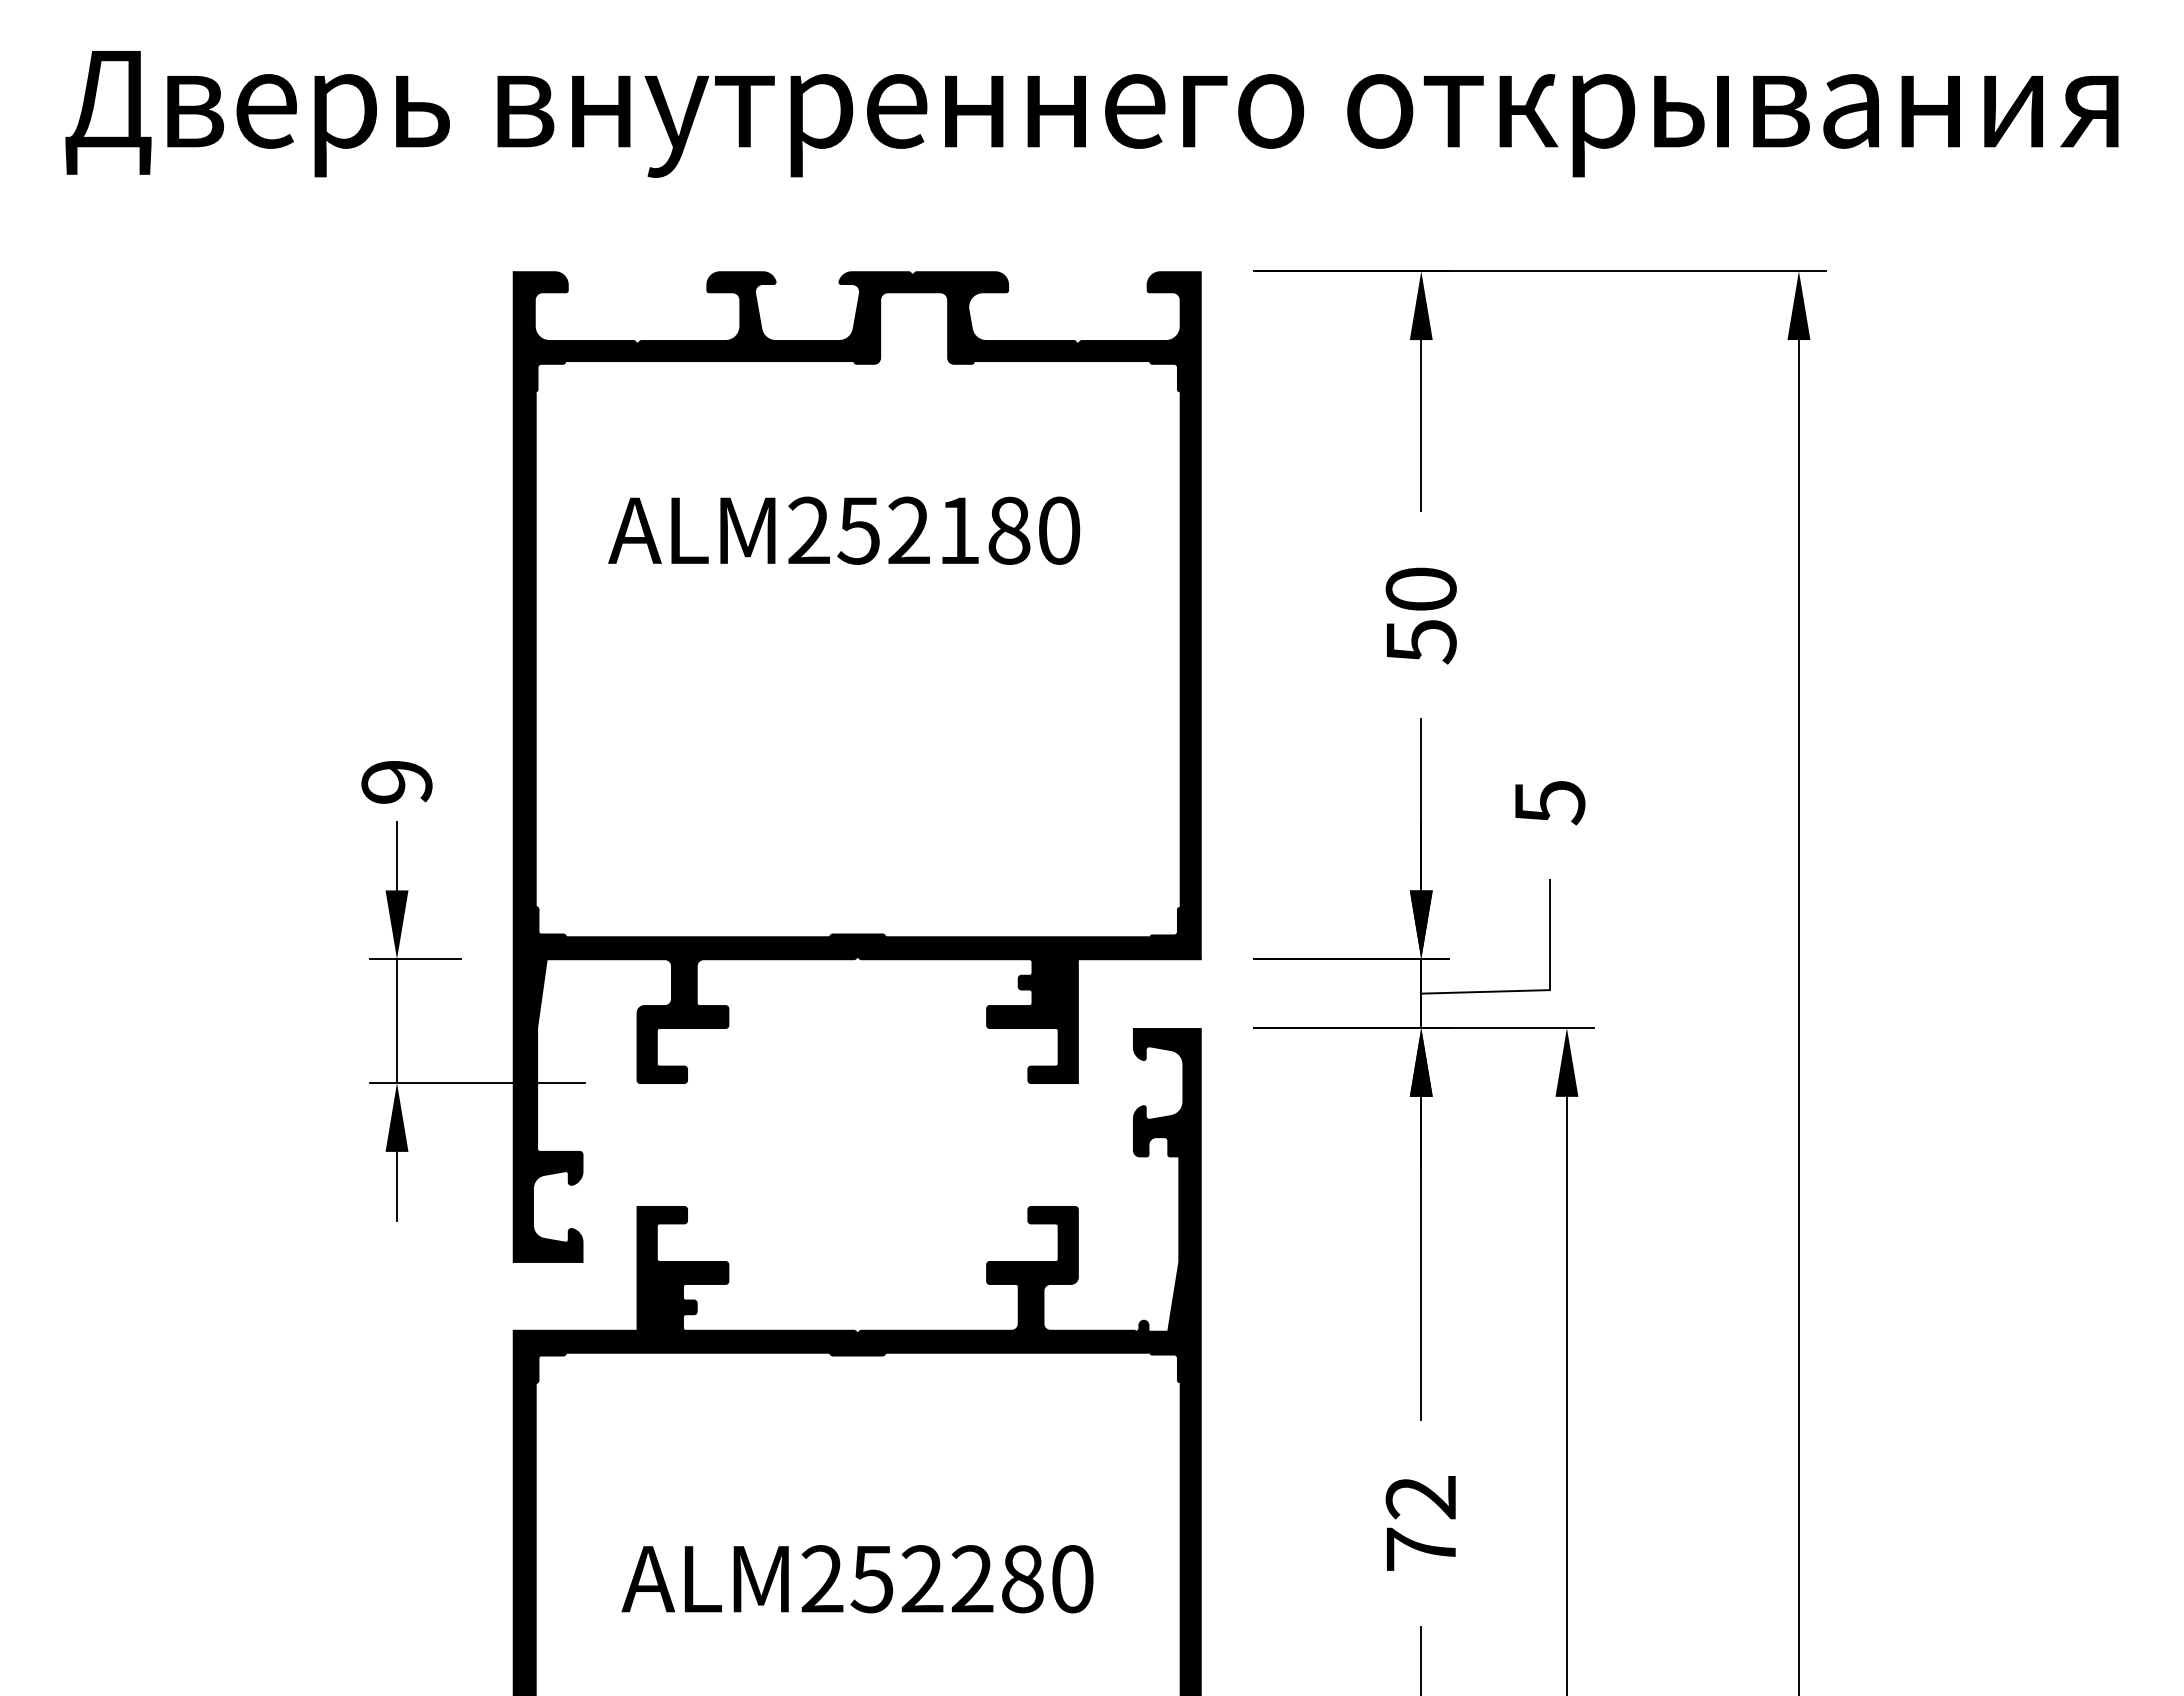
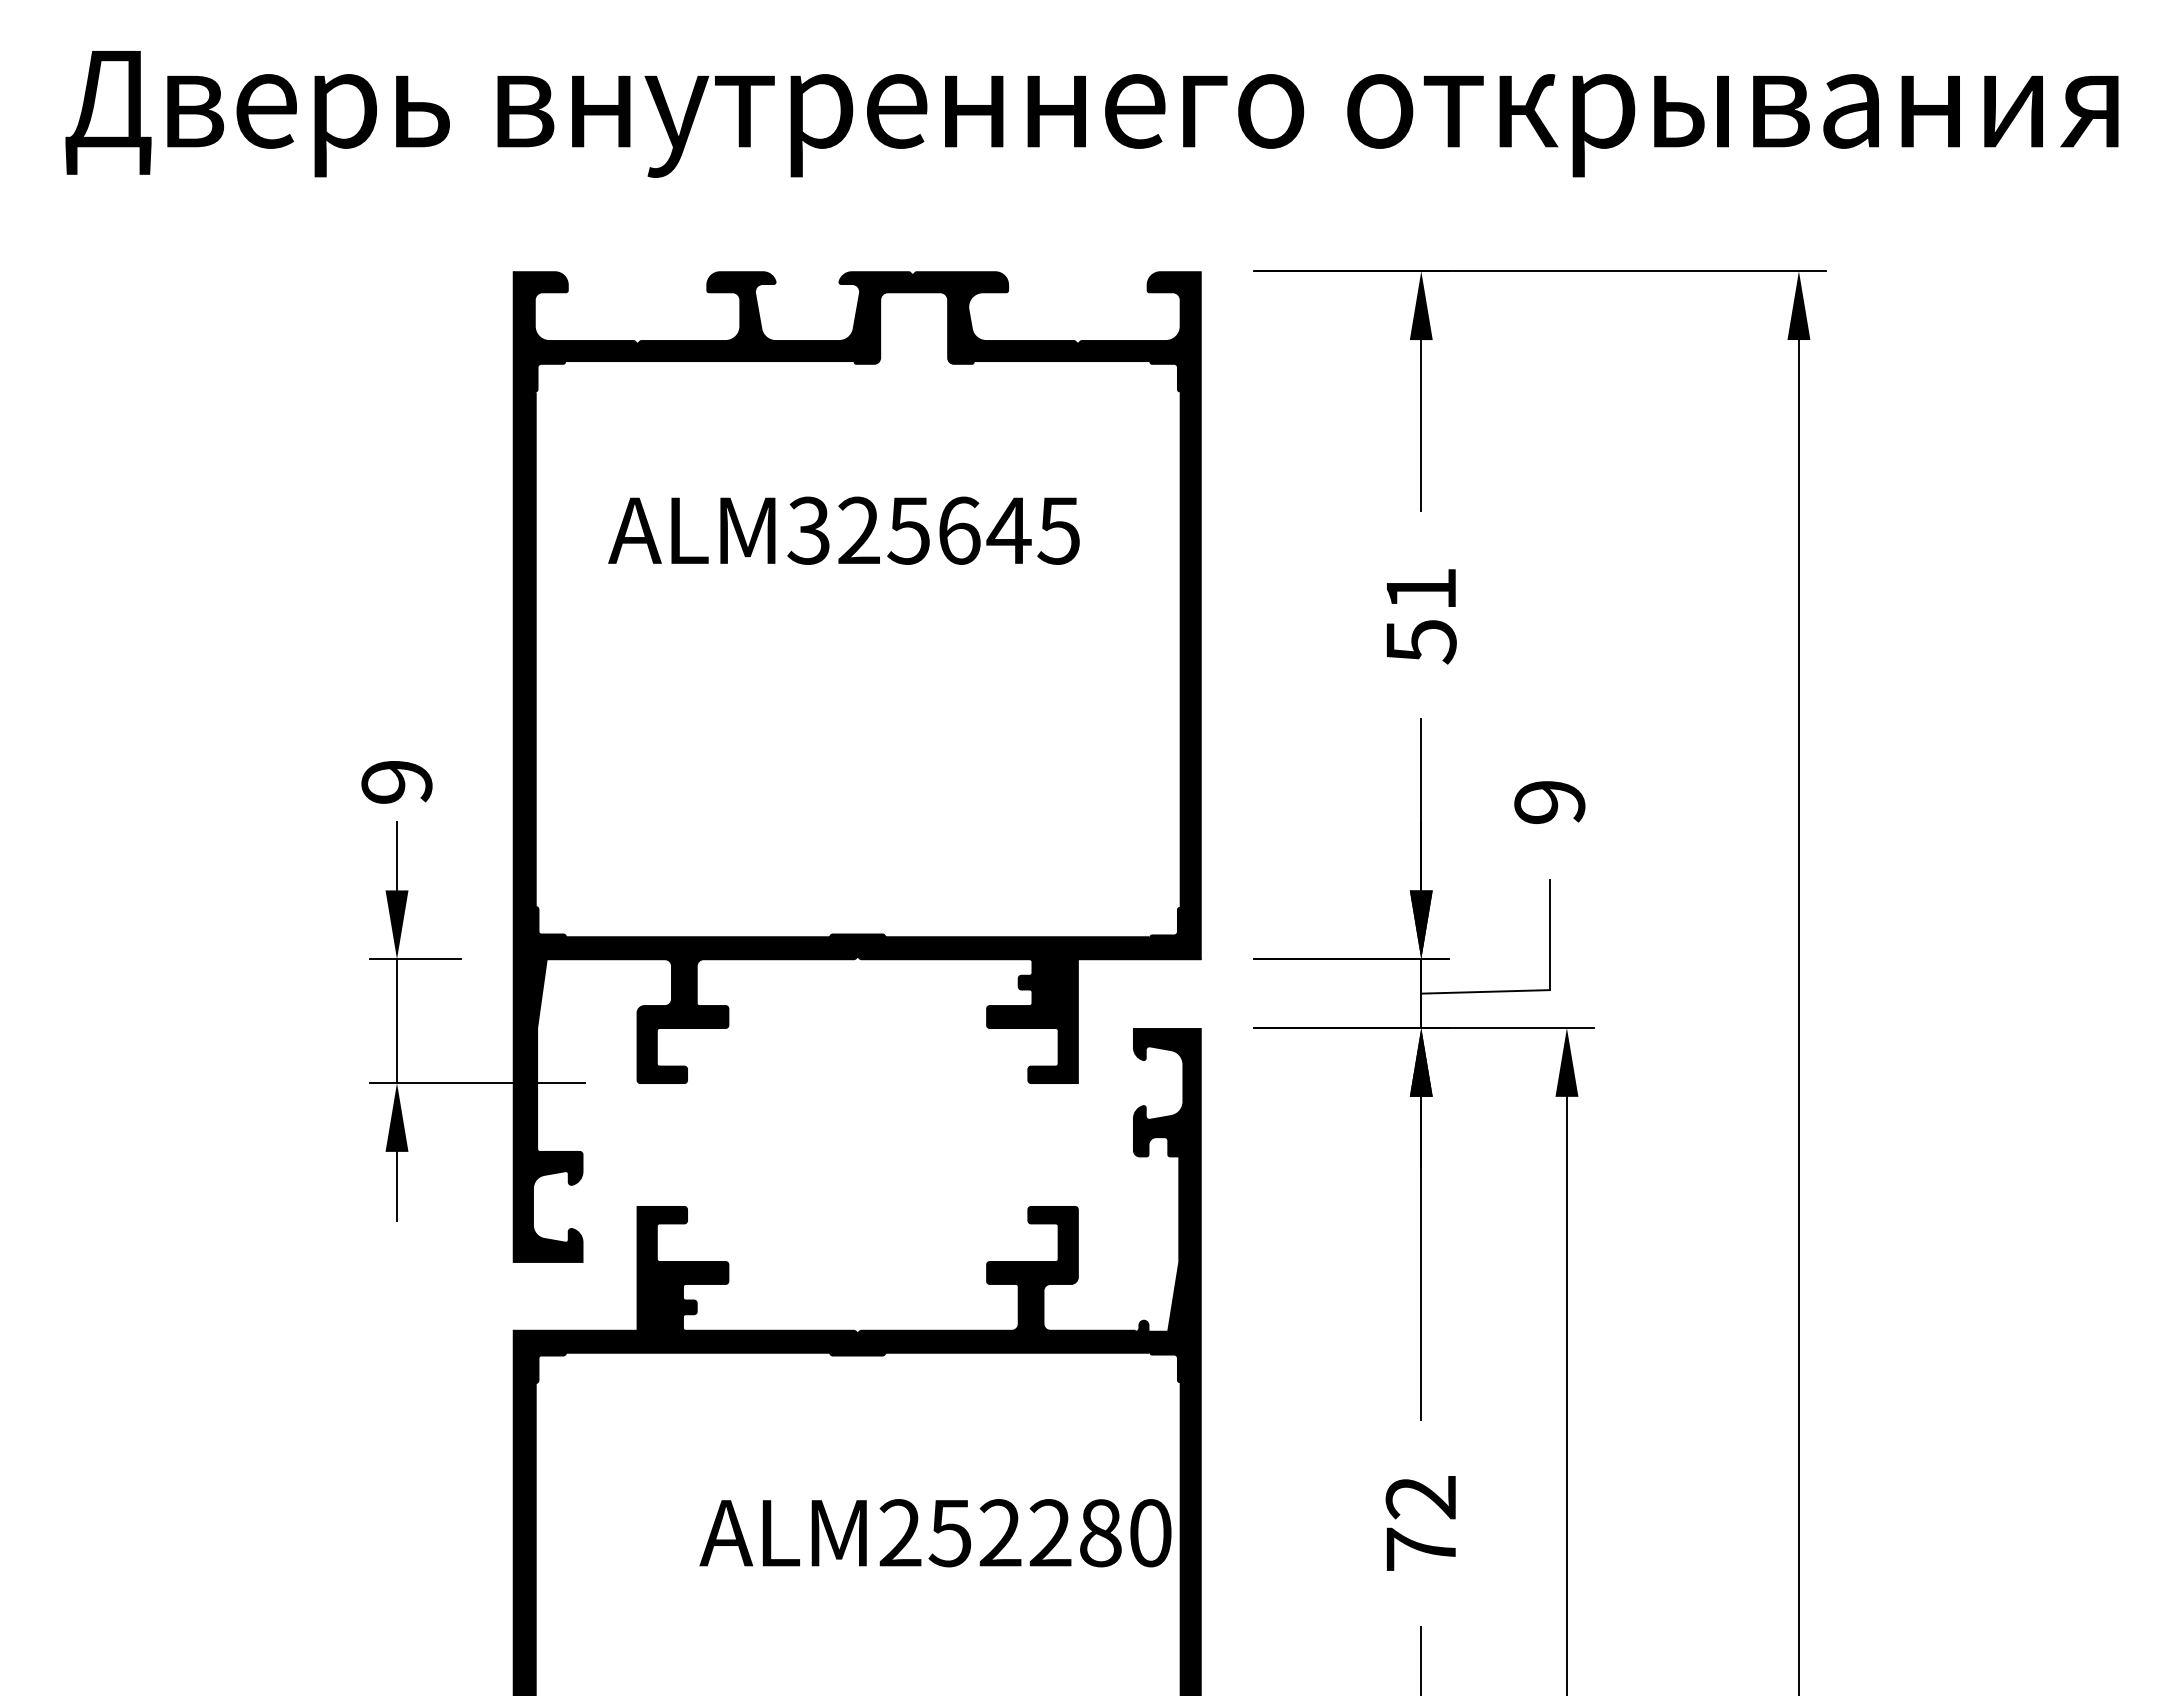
text at (933, 530): ALM252180 -> ALM325645
text at (1420, 588): 50 -> 51
text at (1549, 803): 5 -> 9
text at (857, 1579) position: (857, 1579) -> (935, 1533)
